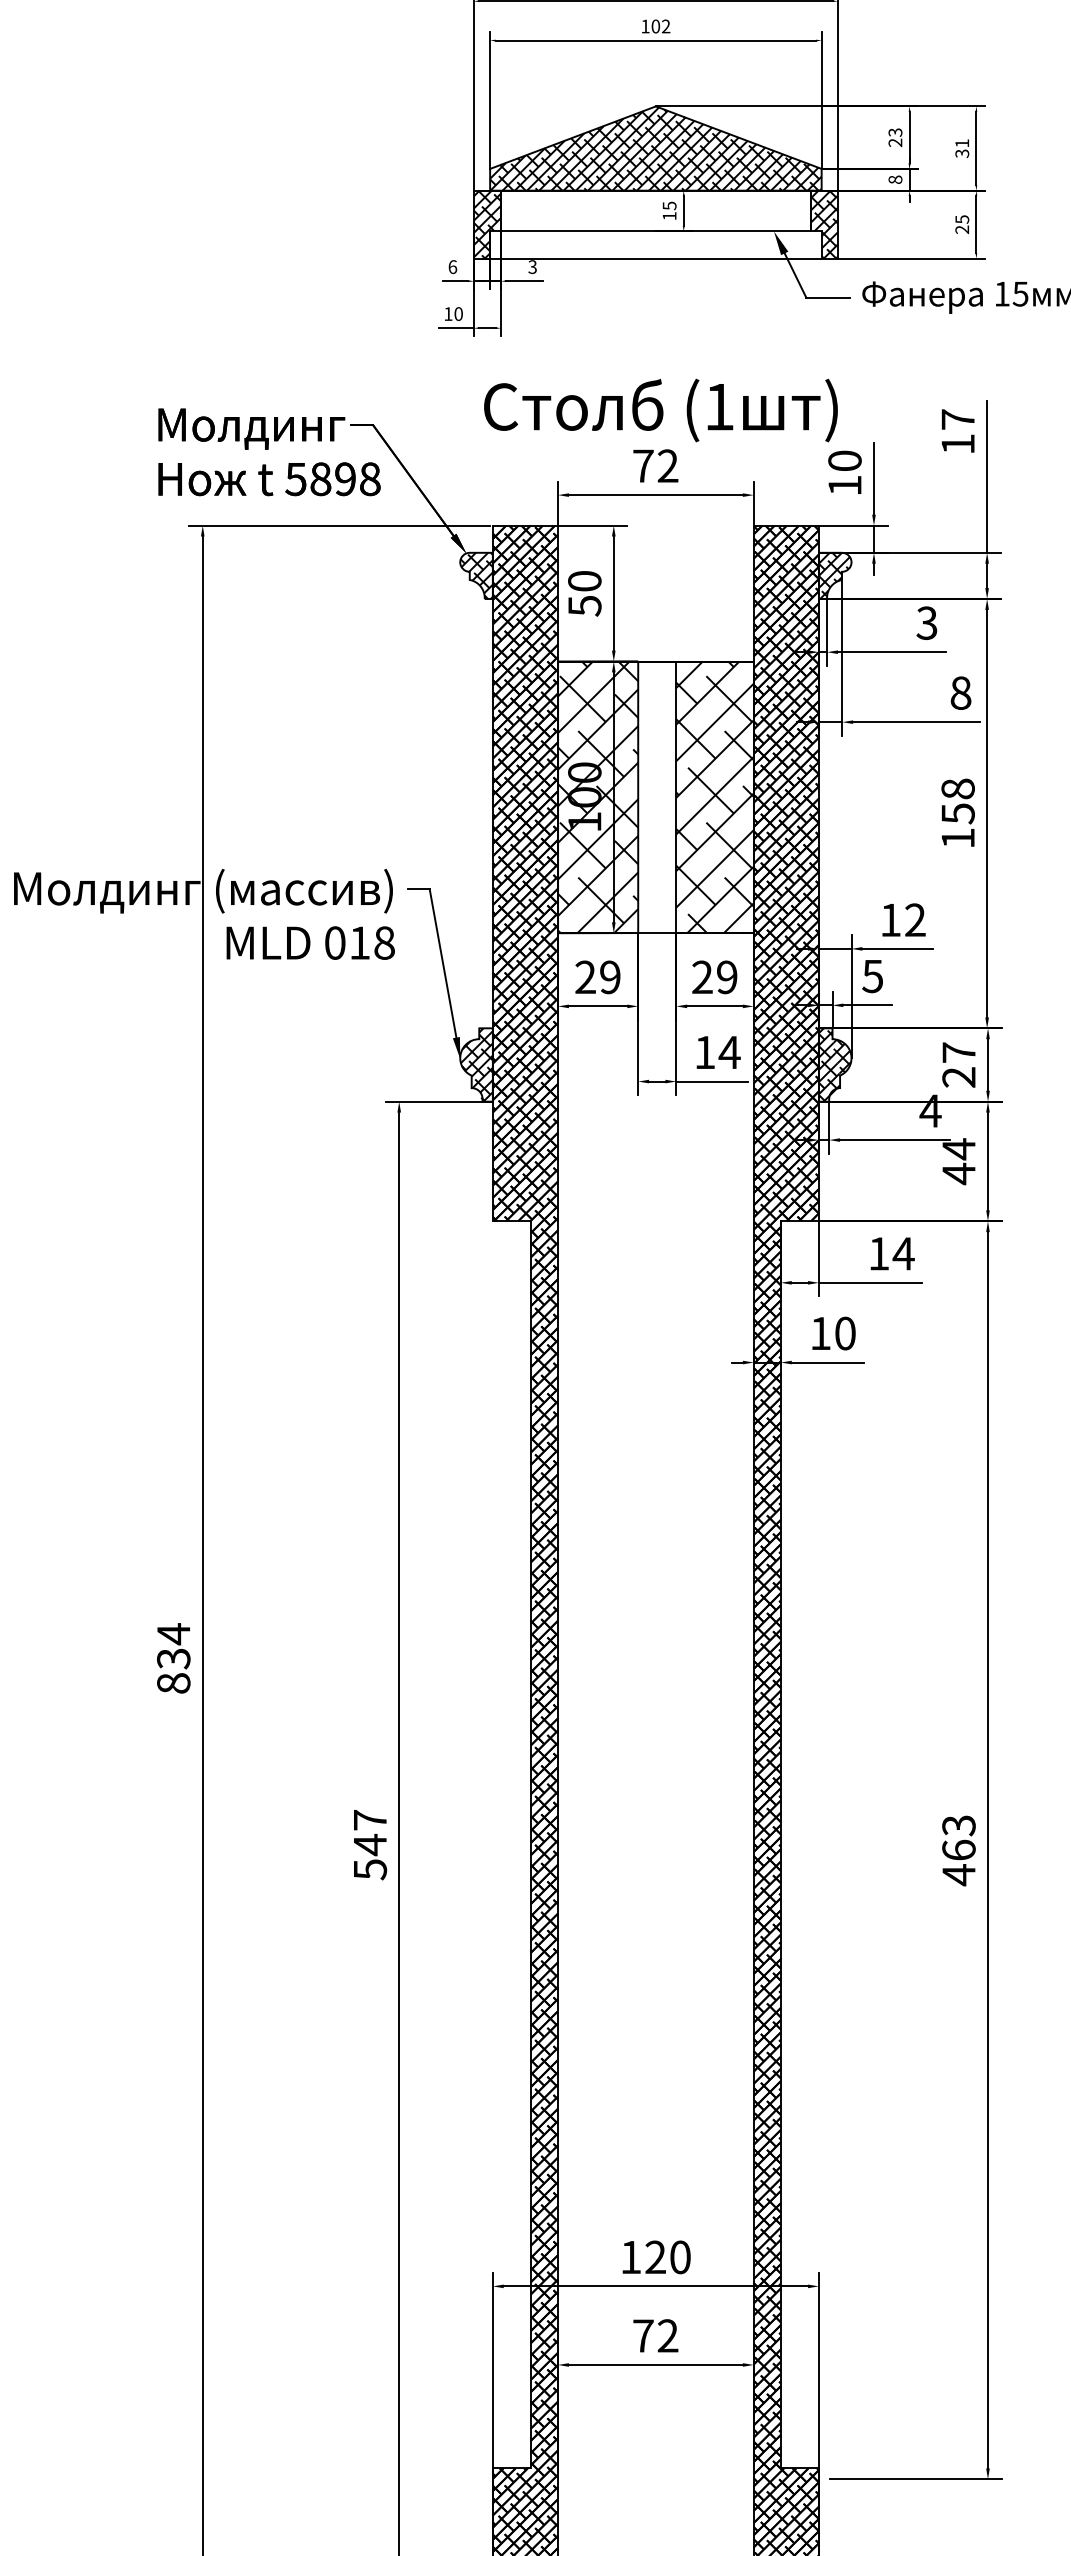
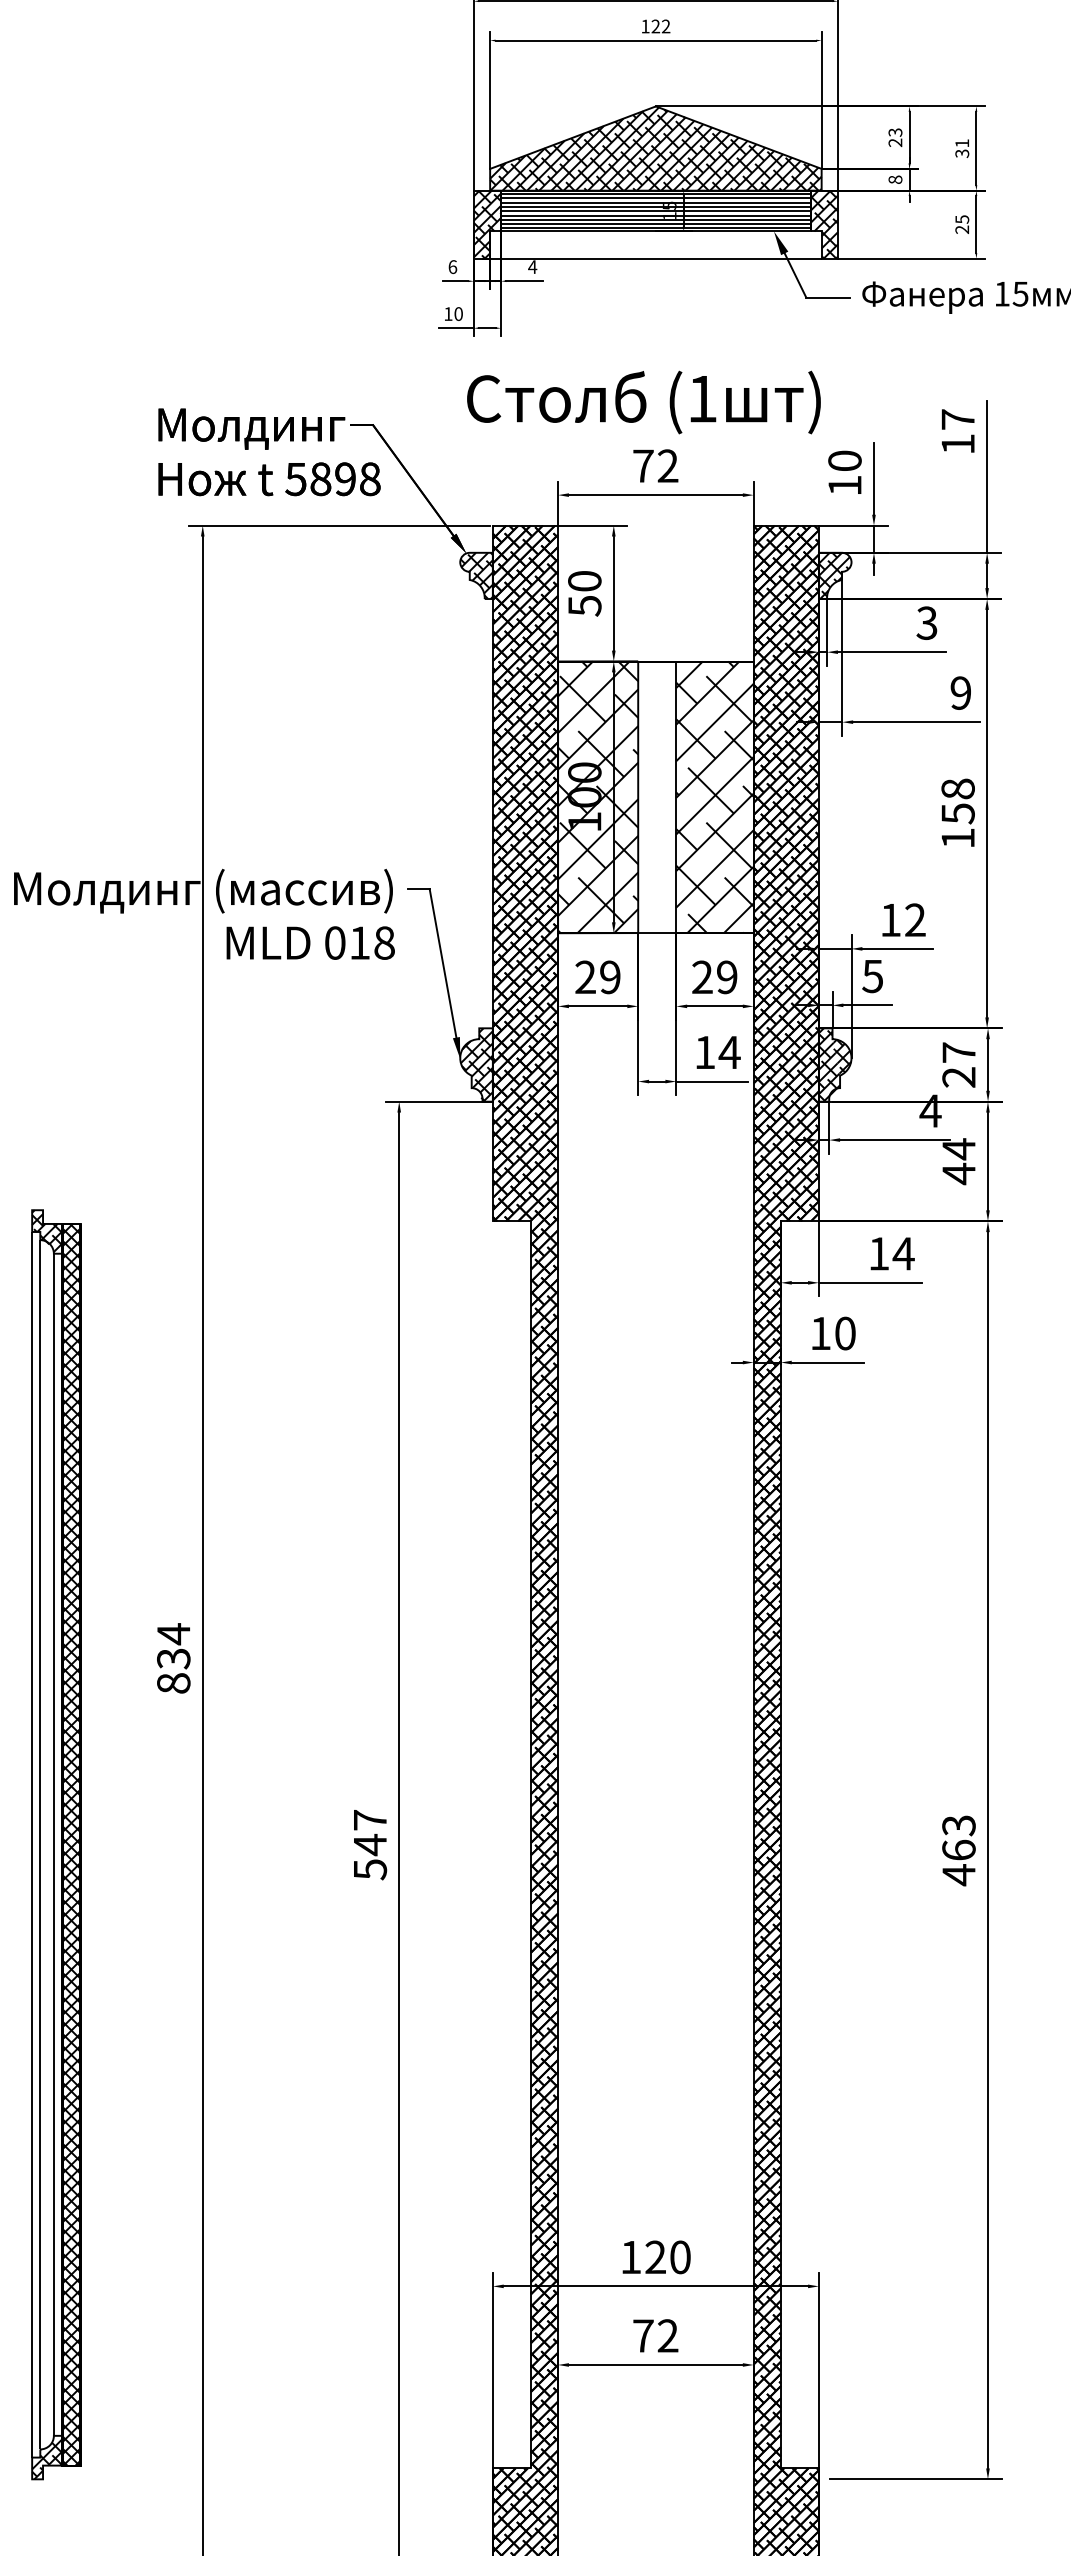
text at (655, 26): 102 -> 122
hatch at (655, 210): none -> present
text at (532, 267): 3 -> 4
text at (660, 410) position: (660, 410) -> (643, 402)
text at (960, 692): 8 -> 9
part at (56, 1844): none -> present
